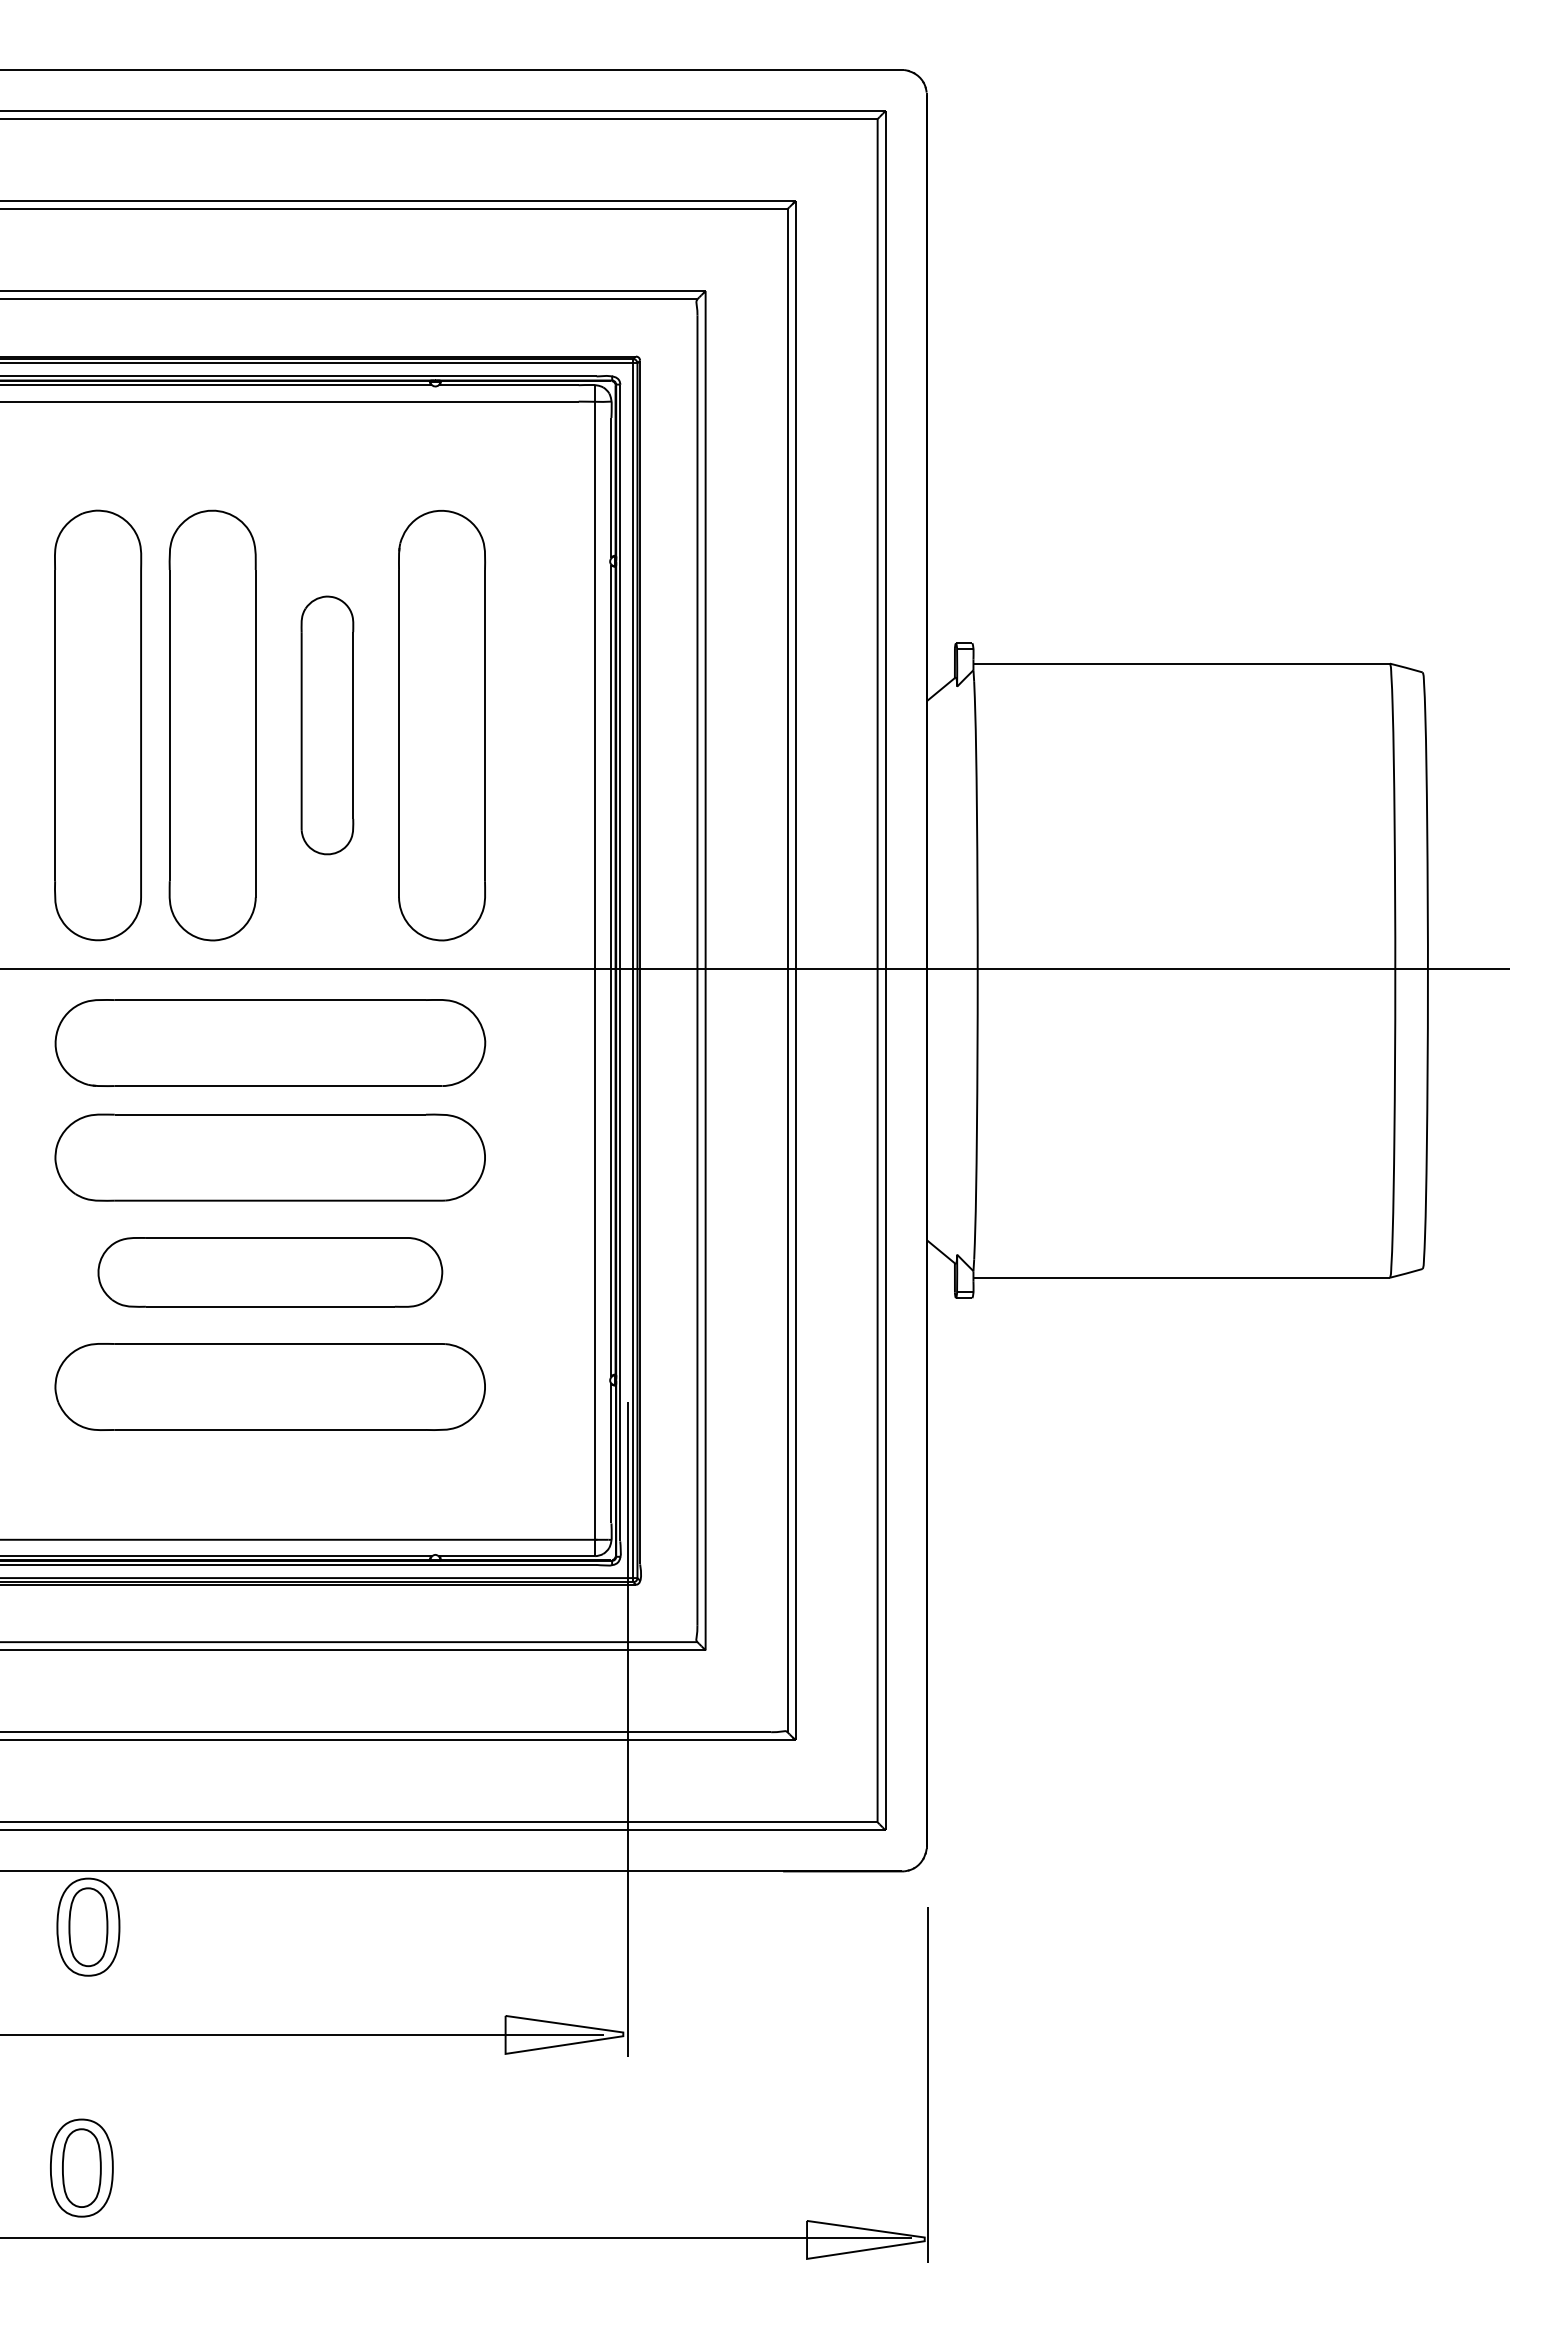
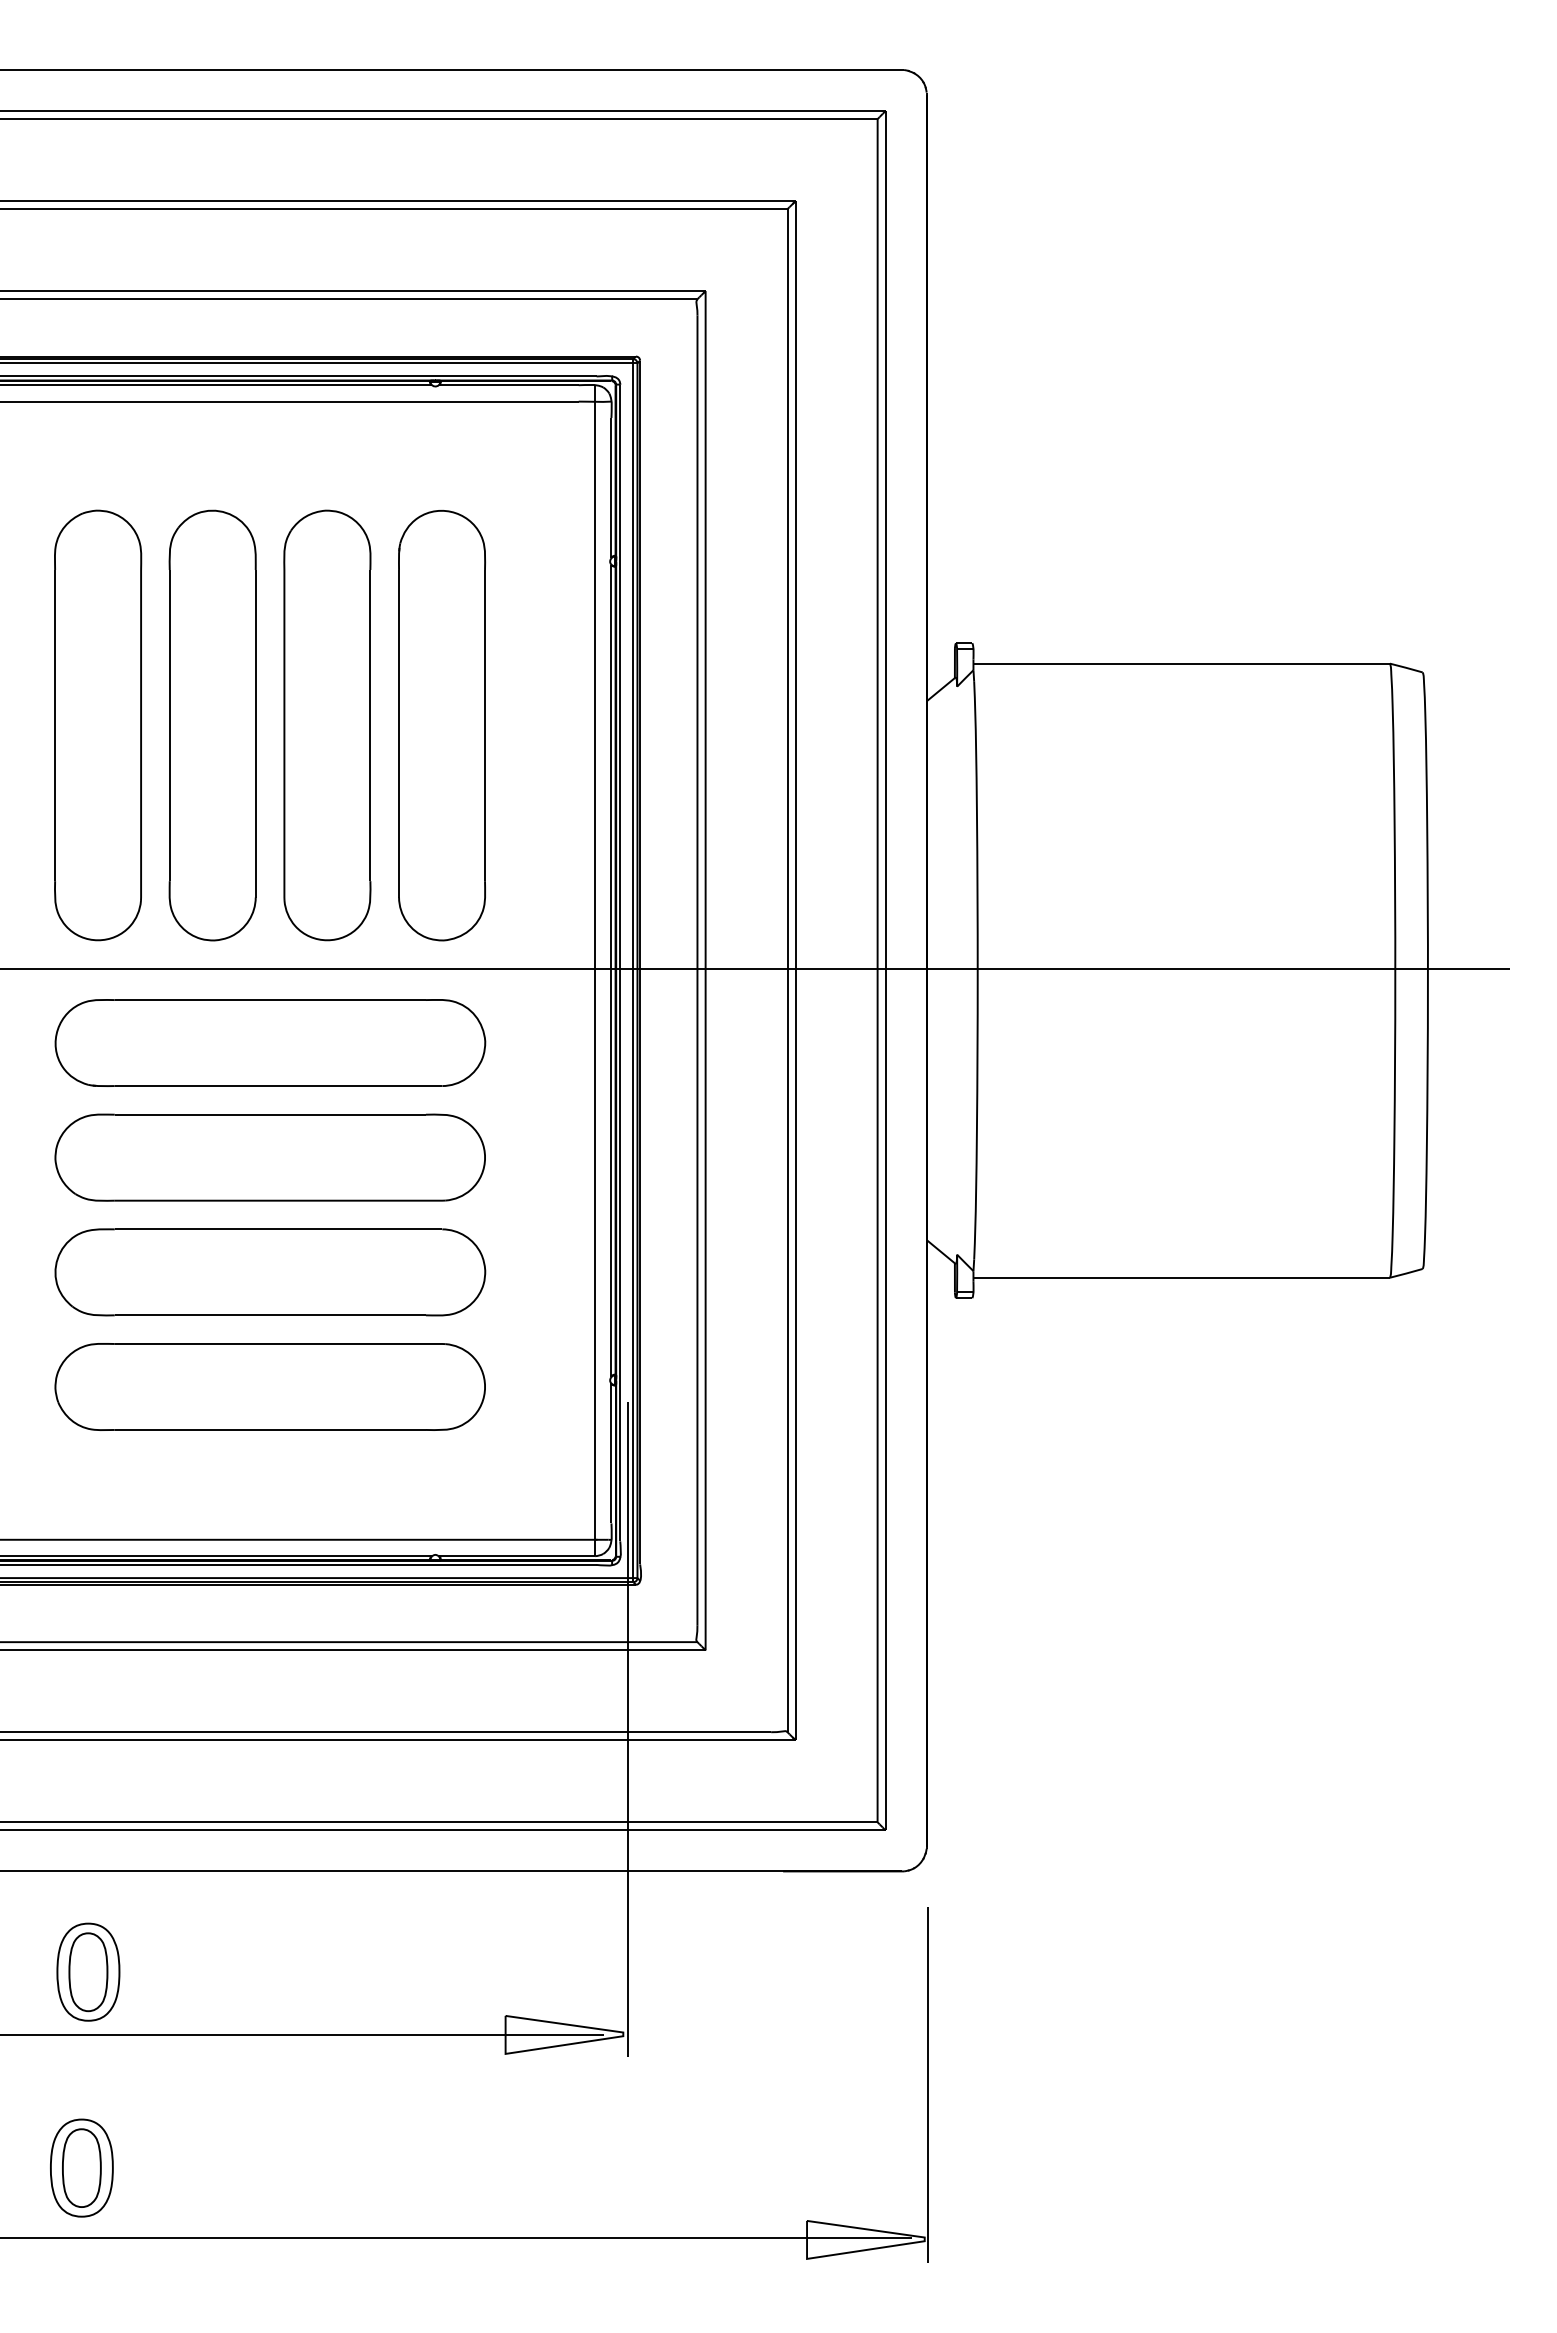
part at (327, 725) size: 55x261 px -> 89x433 px
part at (270, 1272) size: 347x71 px -> 433x89 px
part at (88, 1926) position: (88, 1926) -> (88, 1971)
